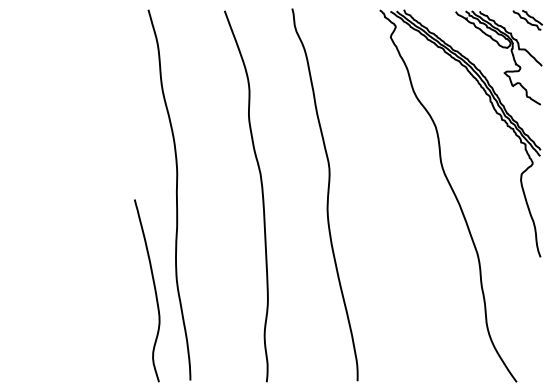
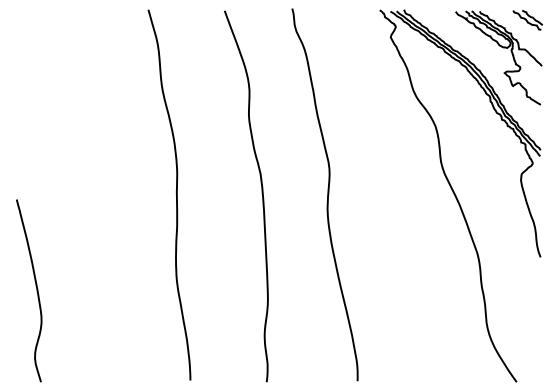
curve at (154, 290) position: (154, 290) -> (36, 290)
